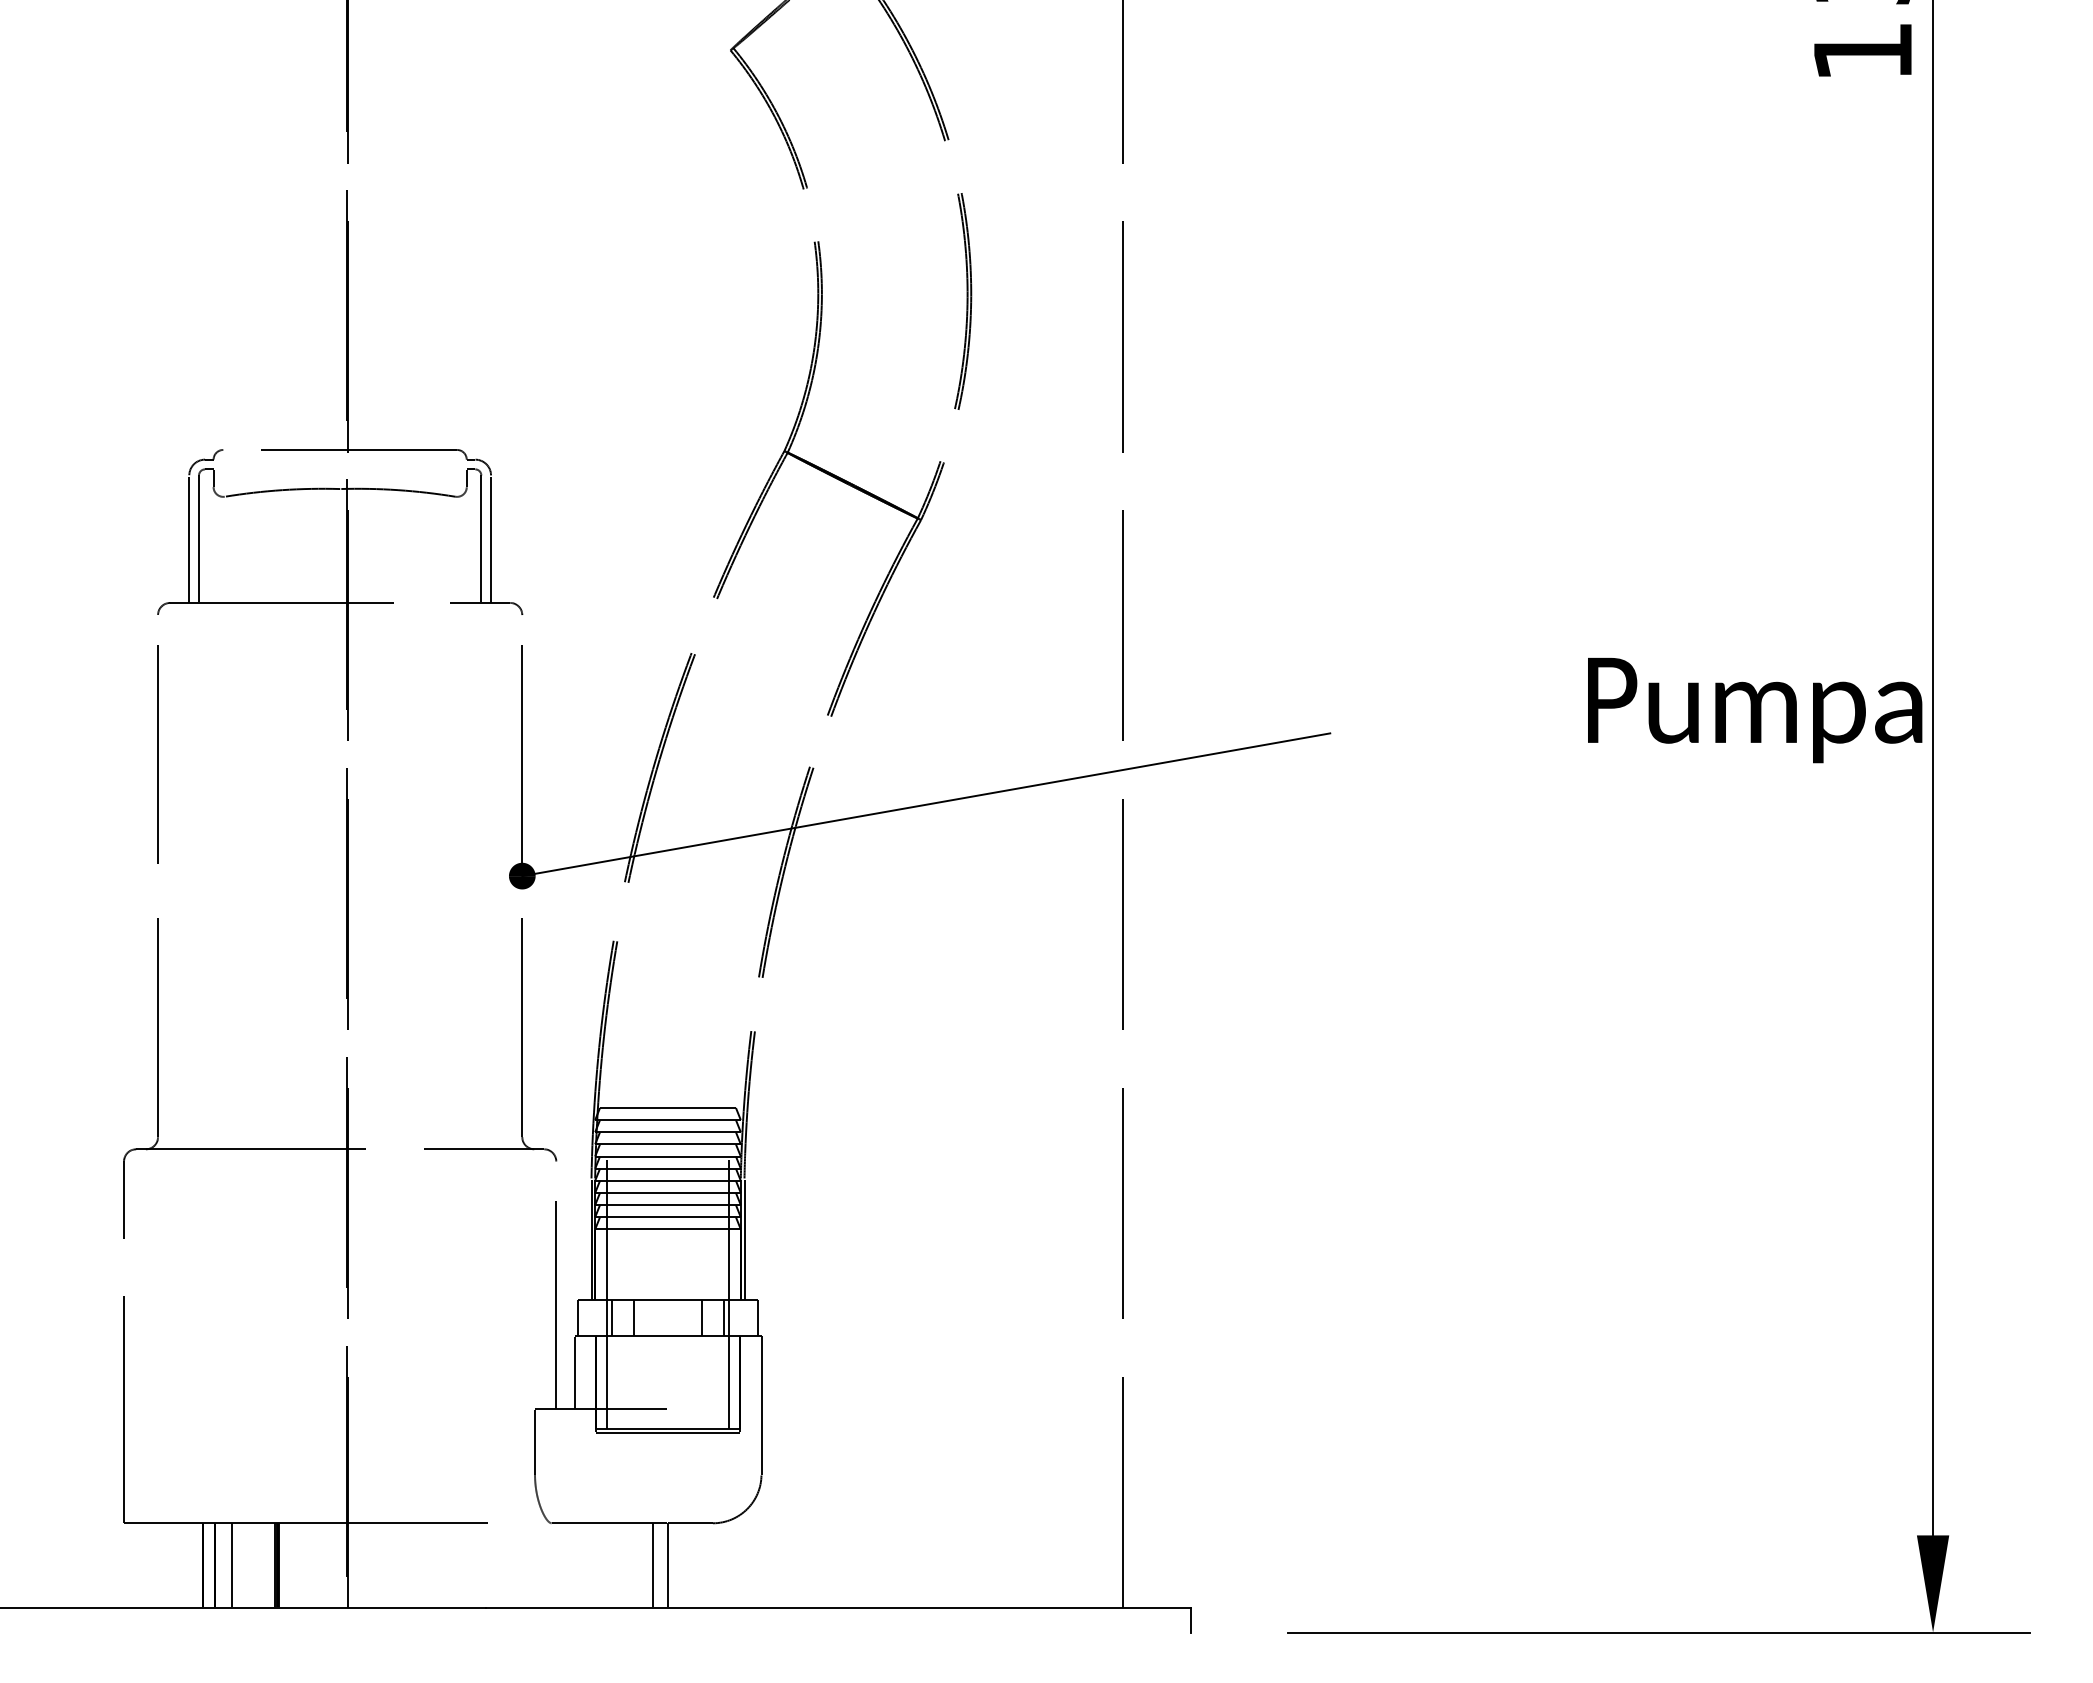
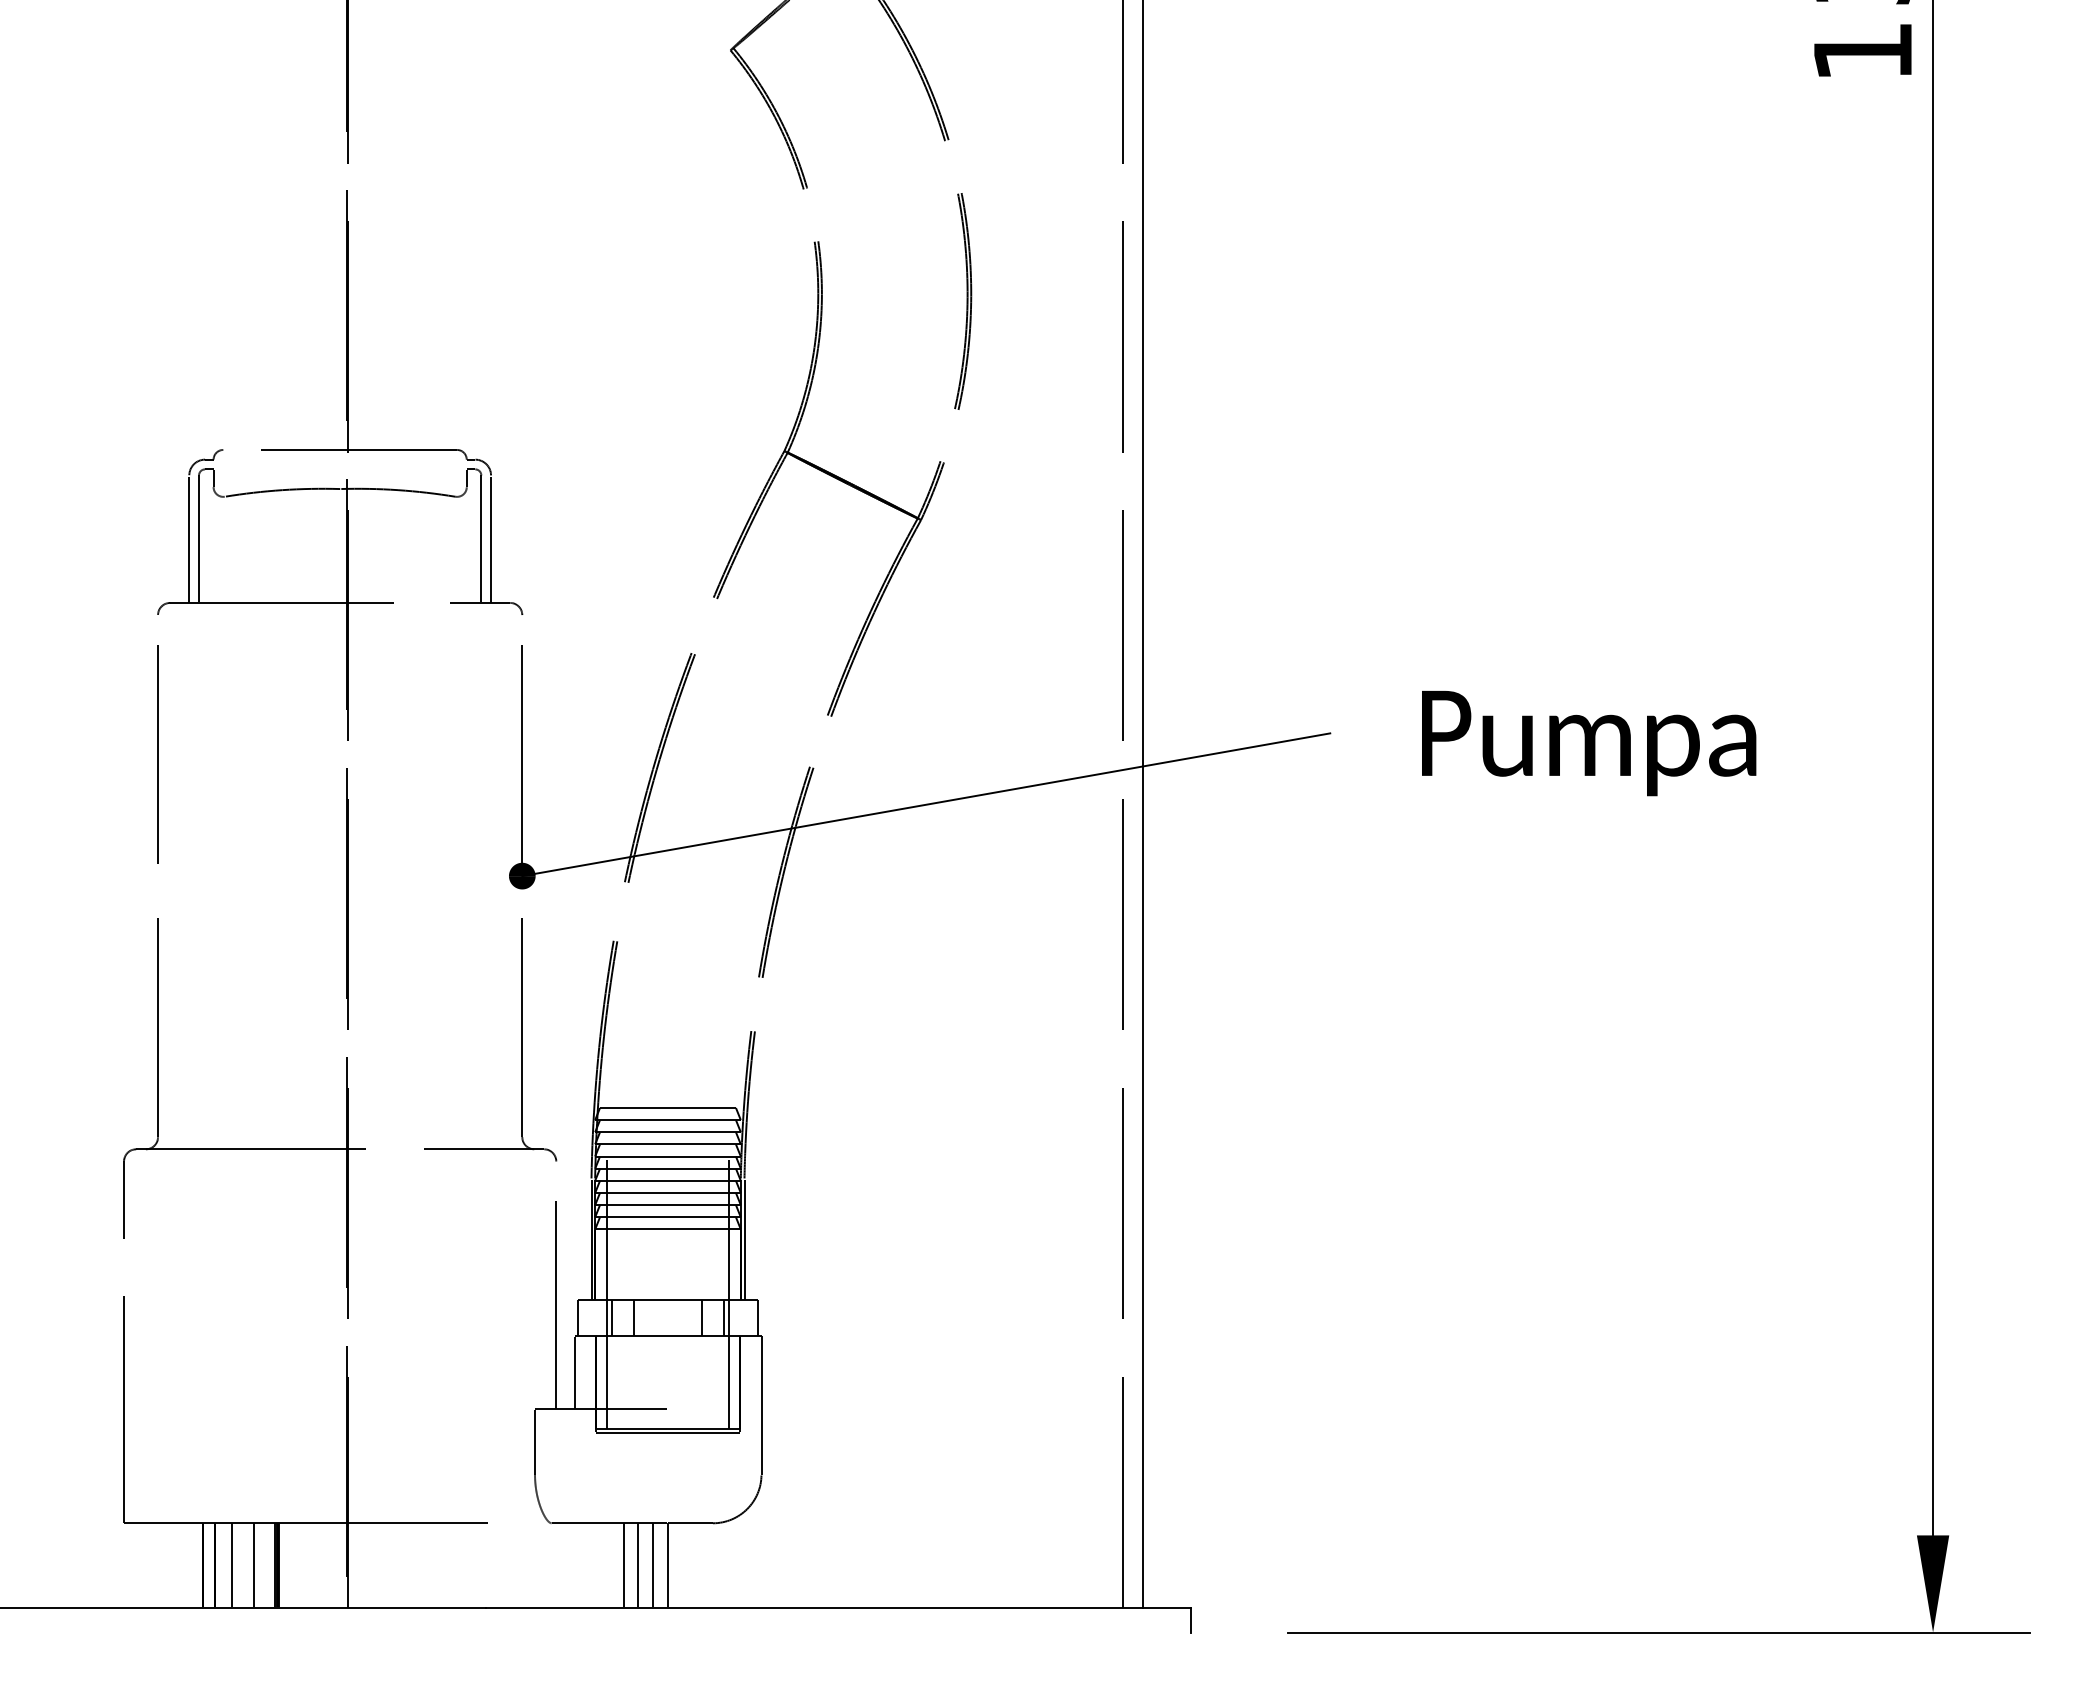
text at (1755, 710) position: (1755, 710) -> (1589, 743)
line at (1142, 805): none -> present
line at (253, 1565): none -> present
line at (624, 1565): none -> present
line at (637, 1565): none -> present
